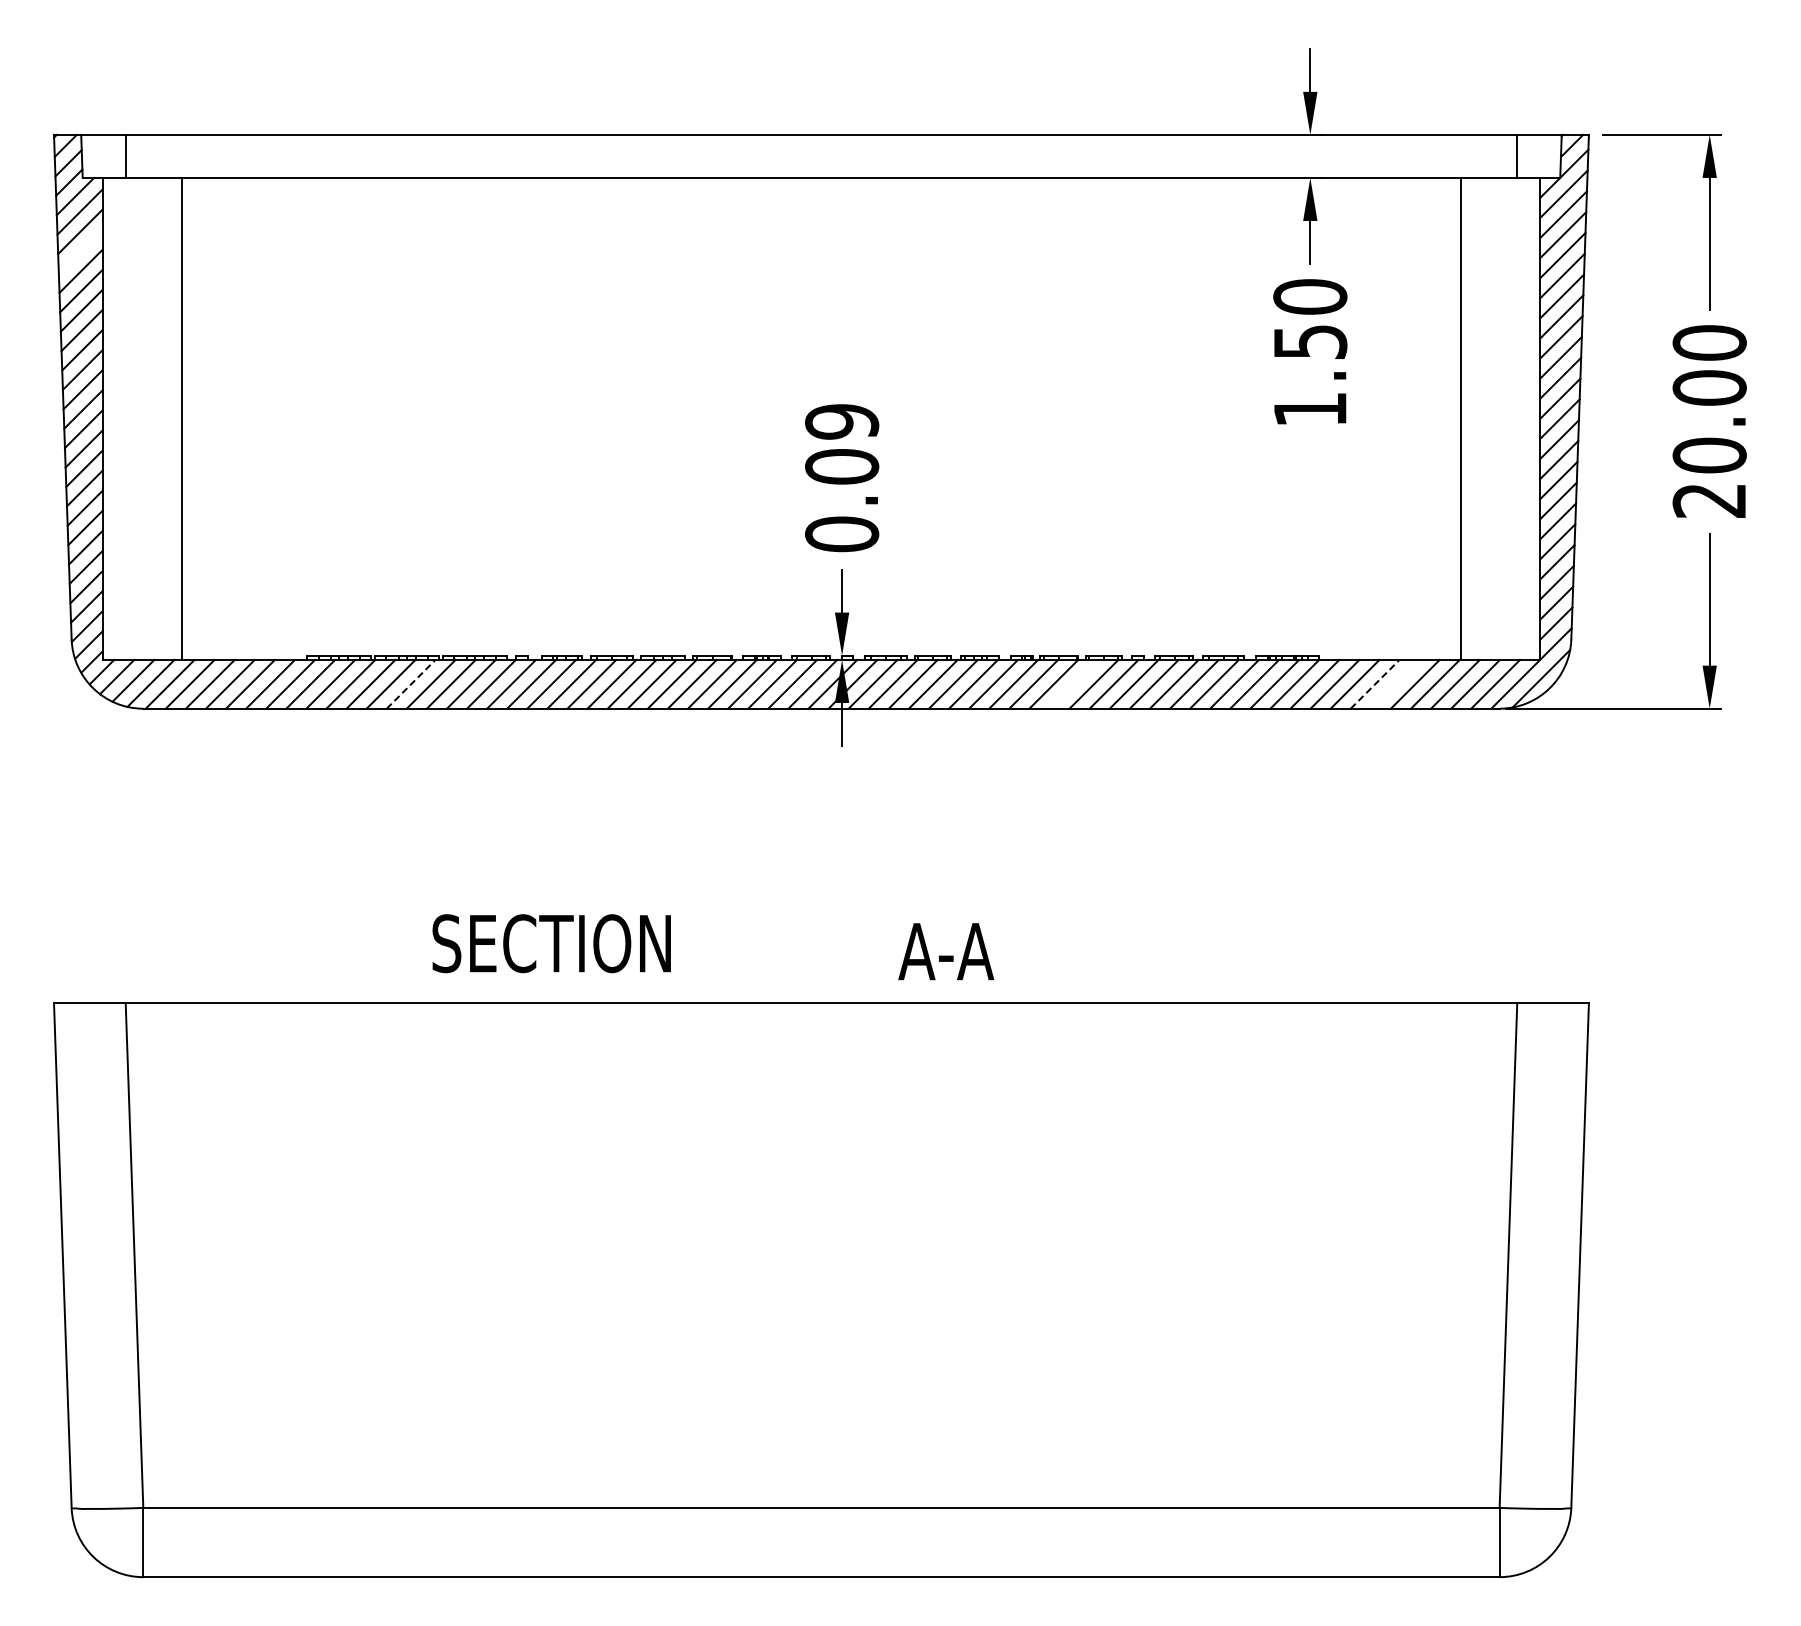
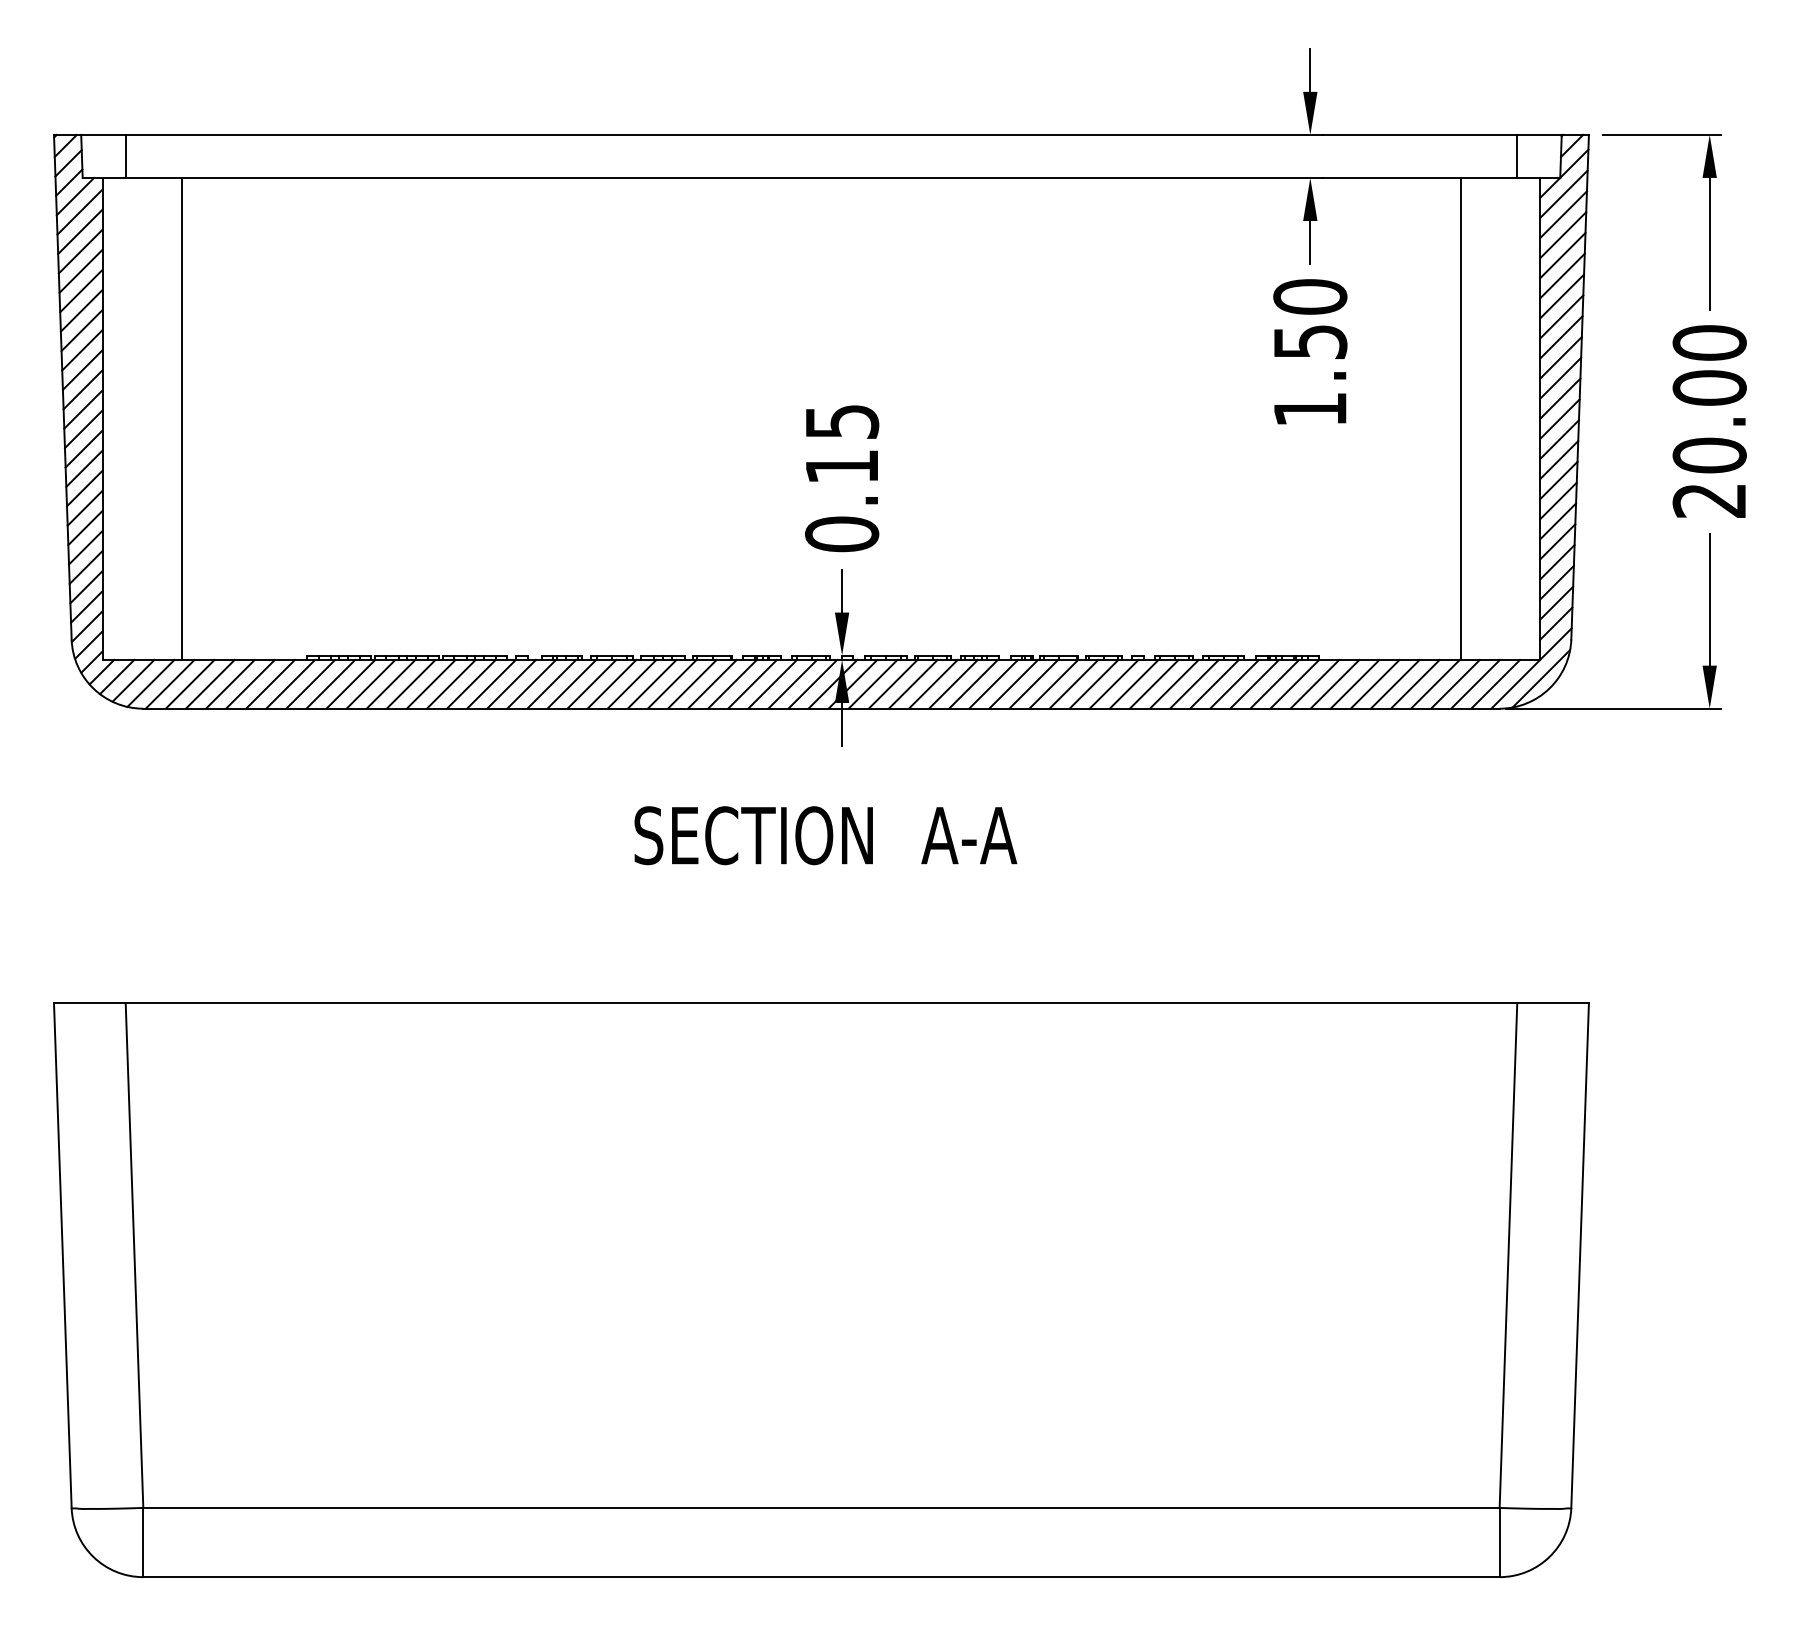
line at (80, 251): none -> present
text at (842, 444): 0.09 -> 0.15
line at (411, 683): dashed -> solid
line at (1073, 683): none -> present
line at (1375, 683): dashed -> solid
line at (1394, 683): none -> present
text at (551, 943) position: (551, 943) -> (753, 835)
text at (946, 951) position: (946, 951) -> (969, 835)
